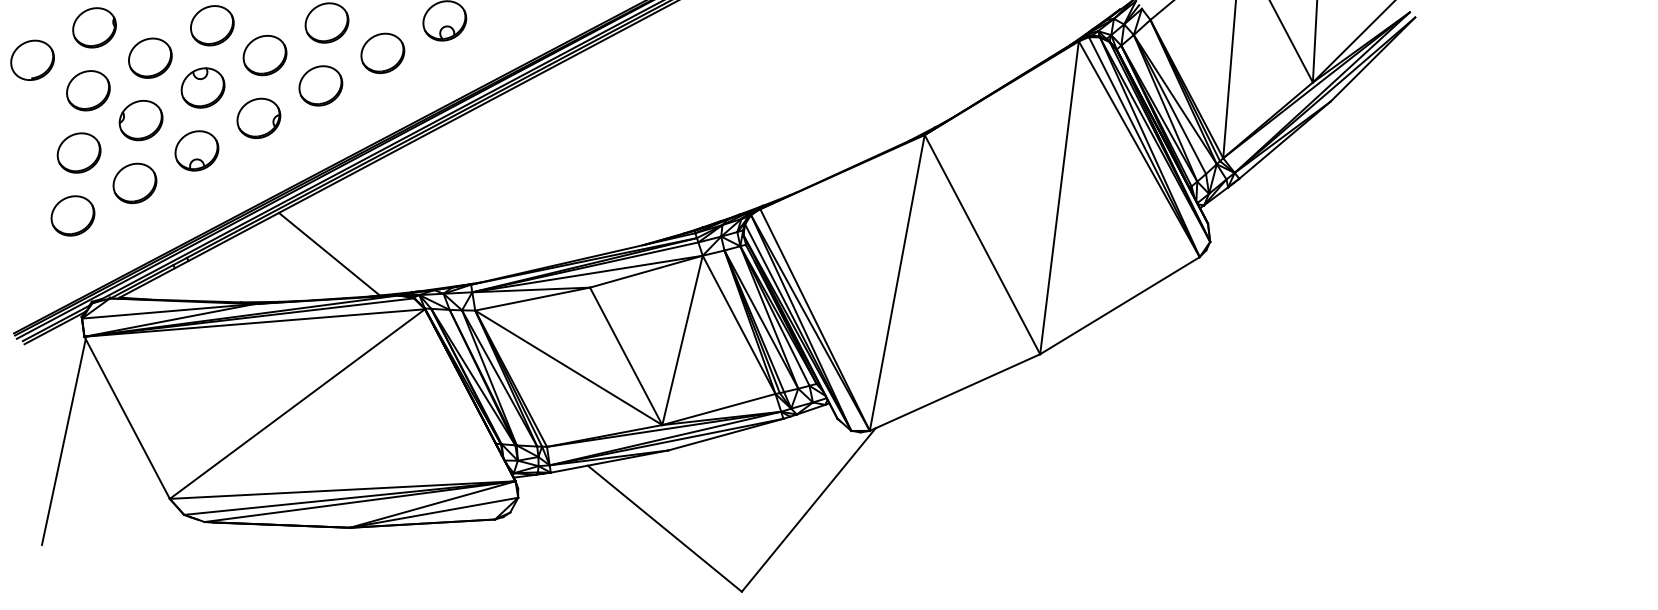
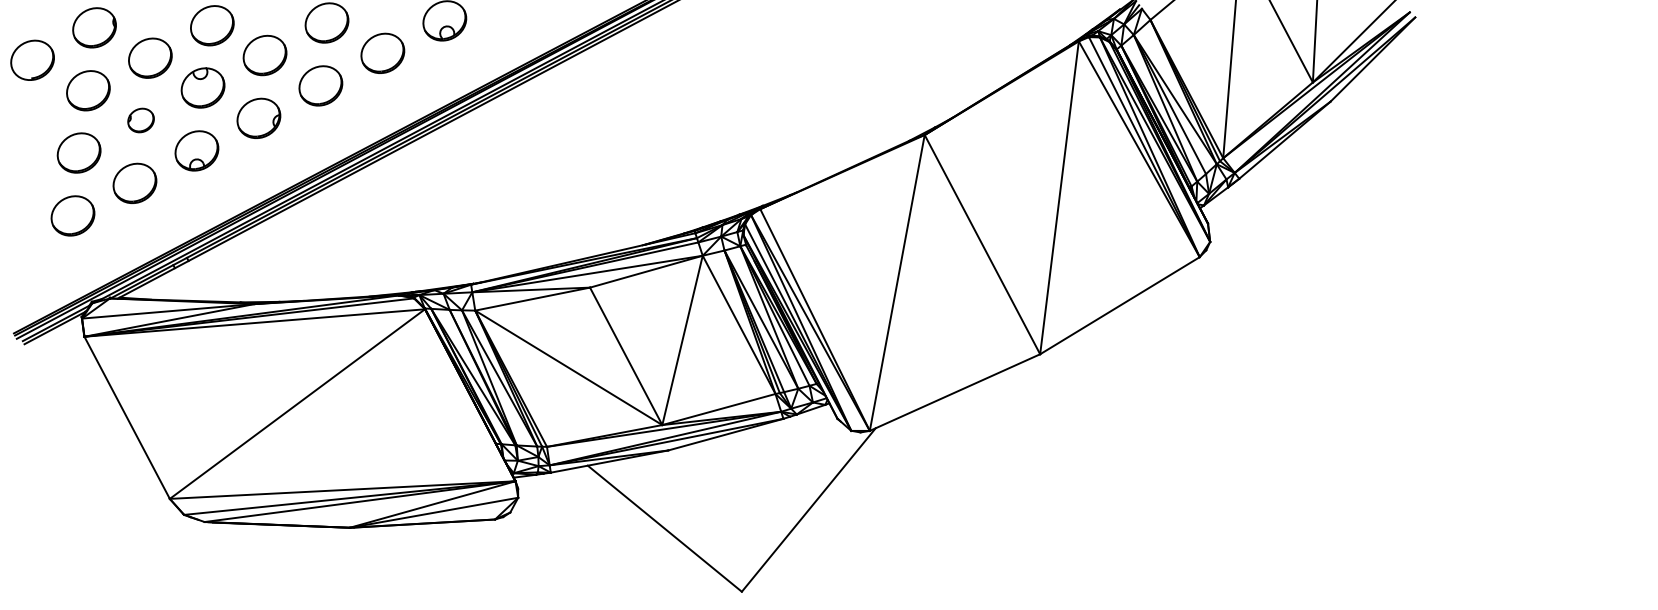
part at (140, 120) size: 46x43 px -> 28x27 px
line at (328, 253): present -> none
line at (63, 441): present -> none
